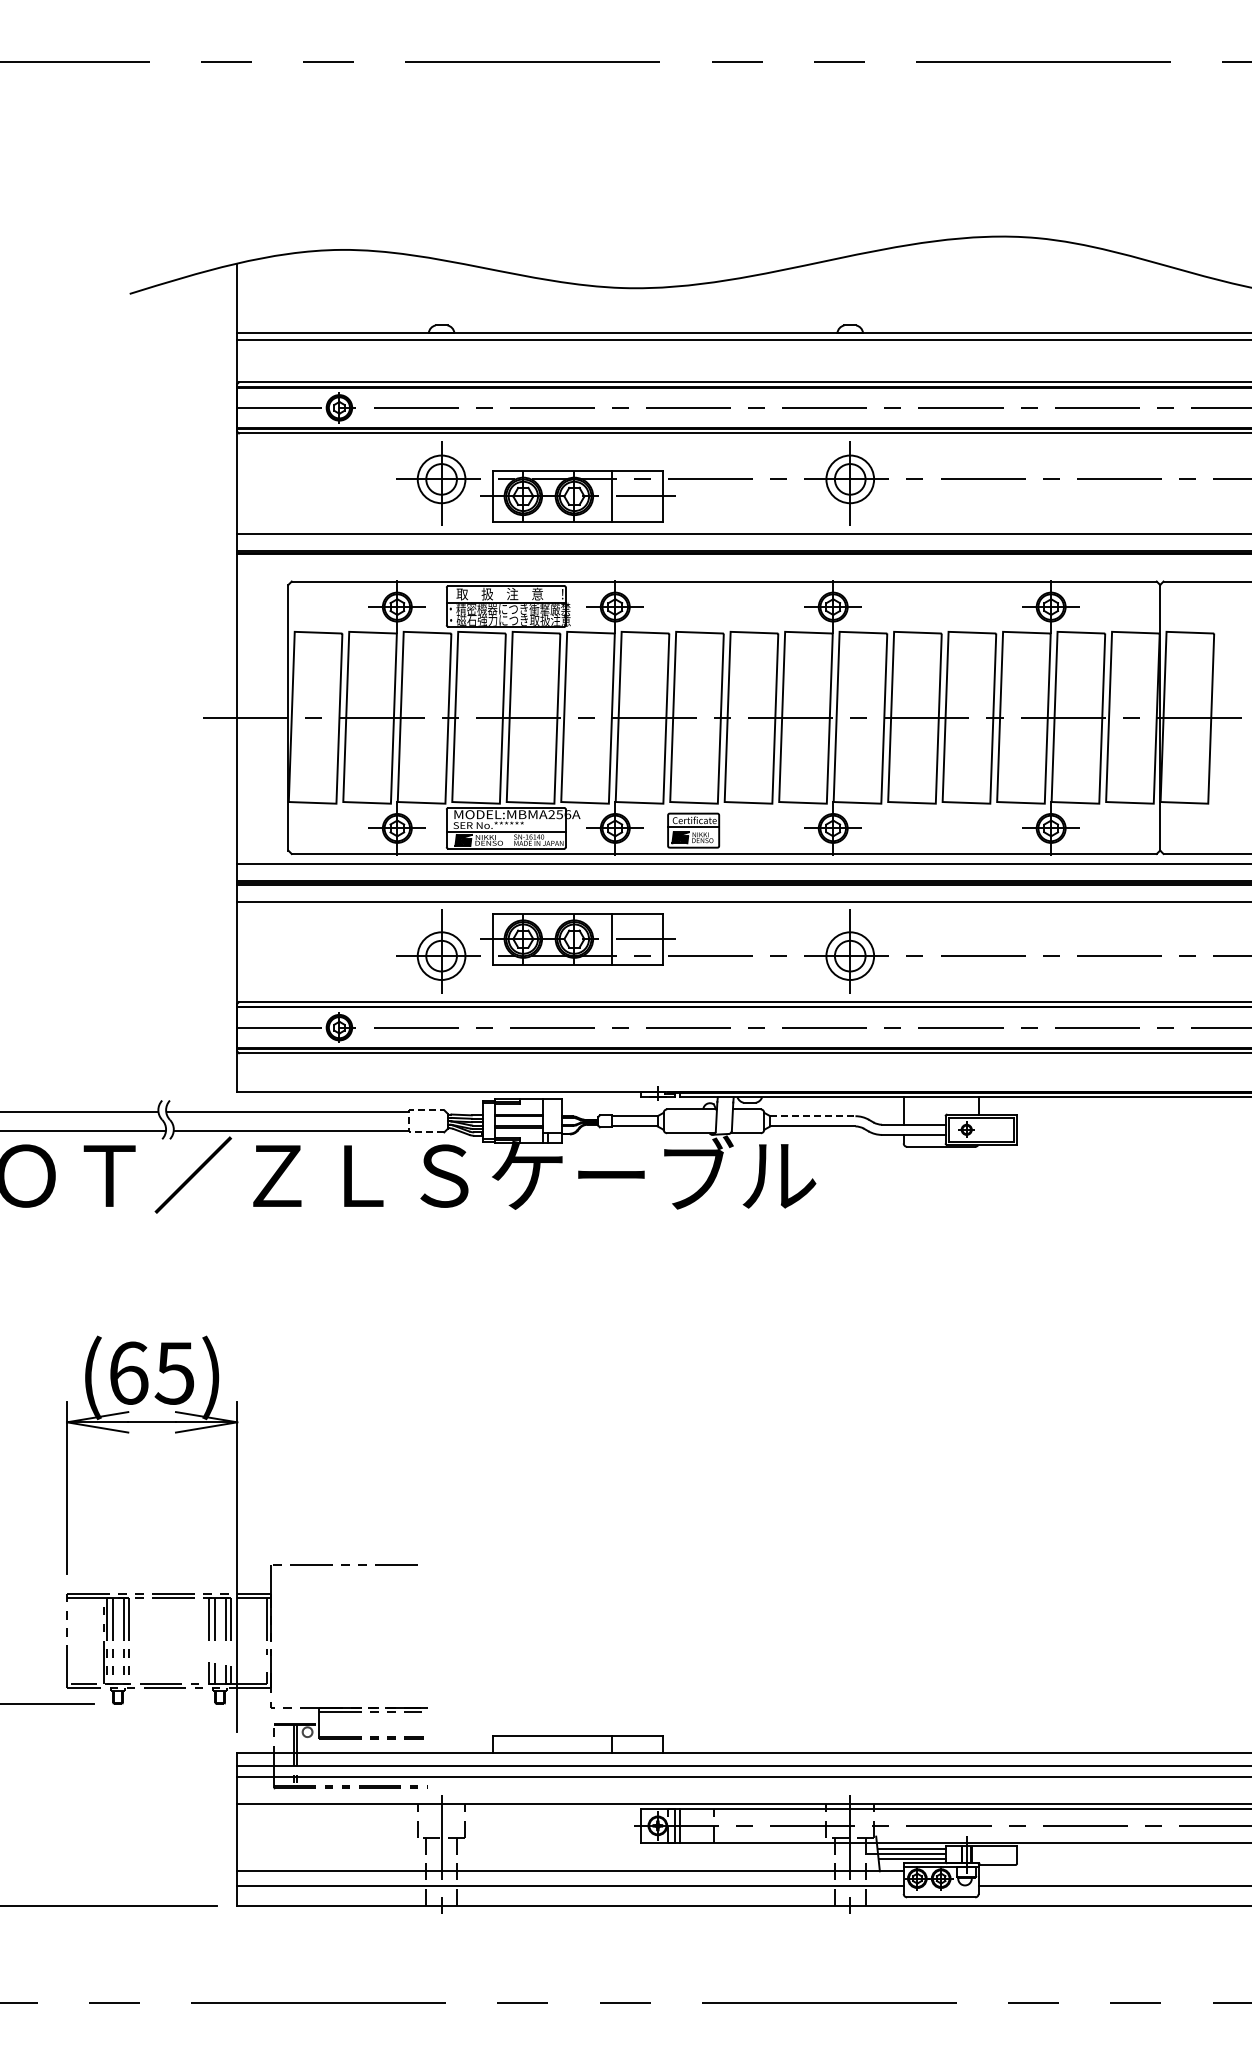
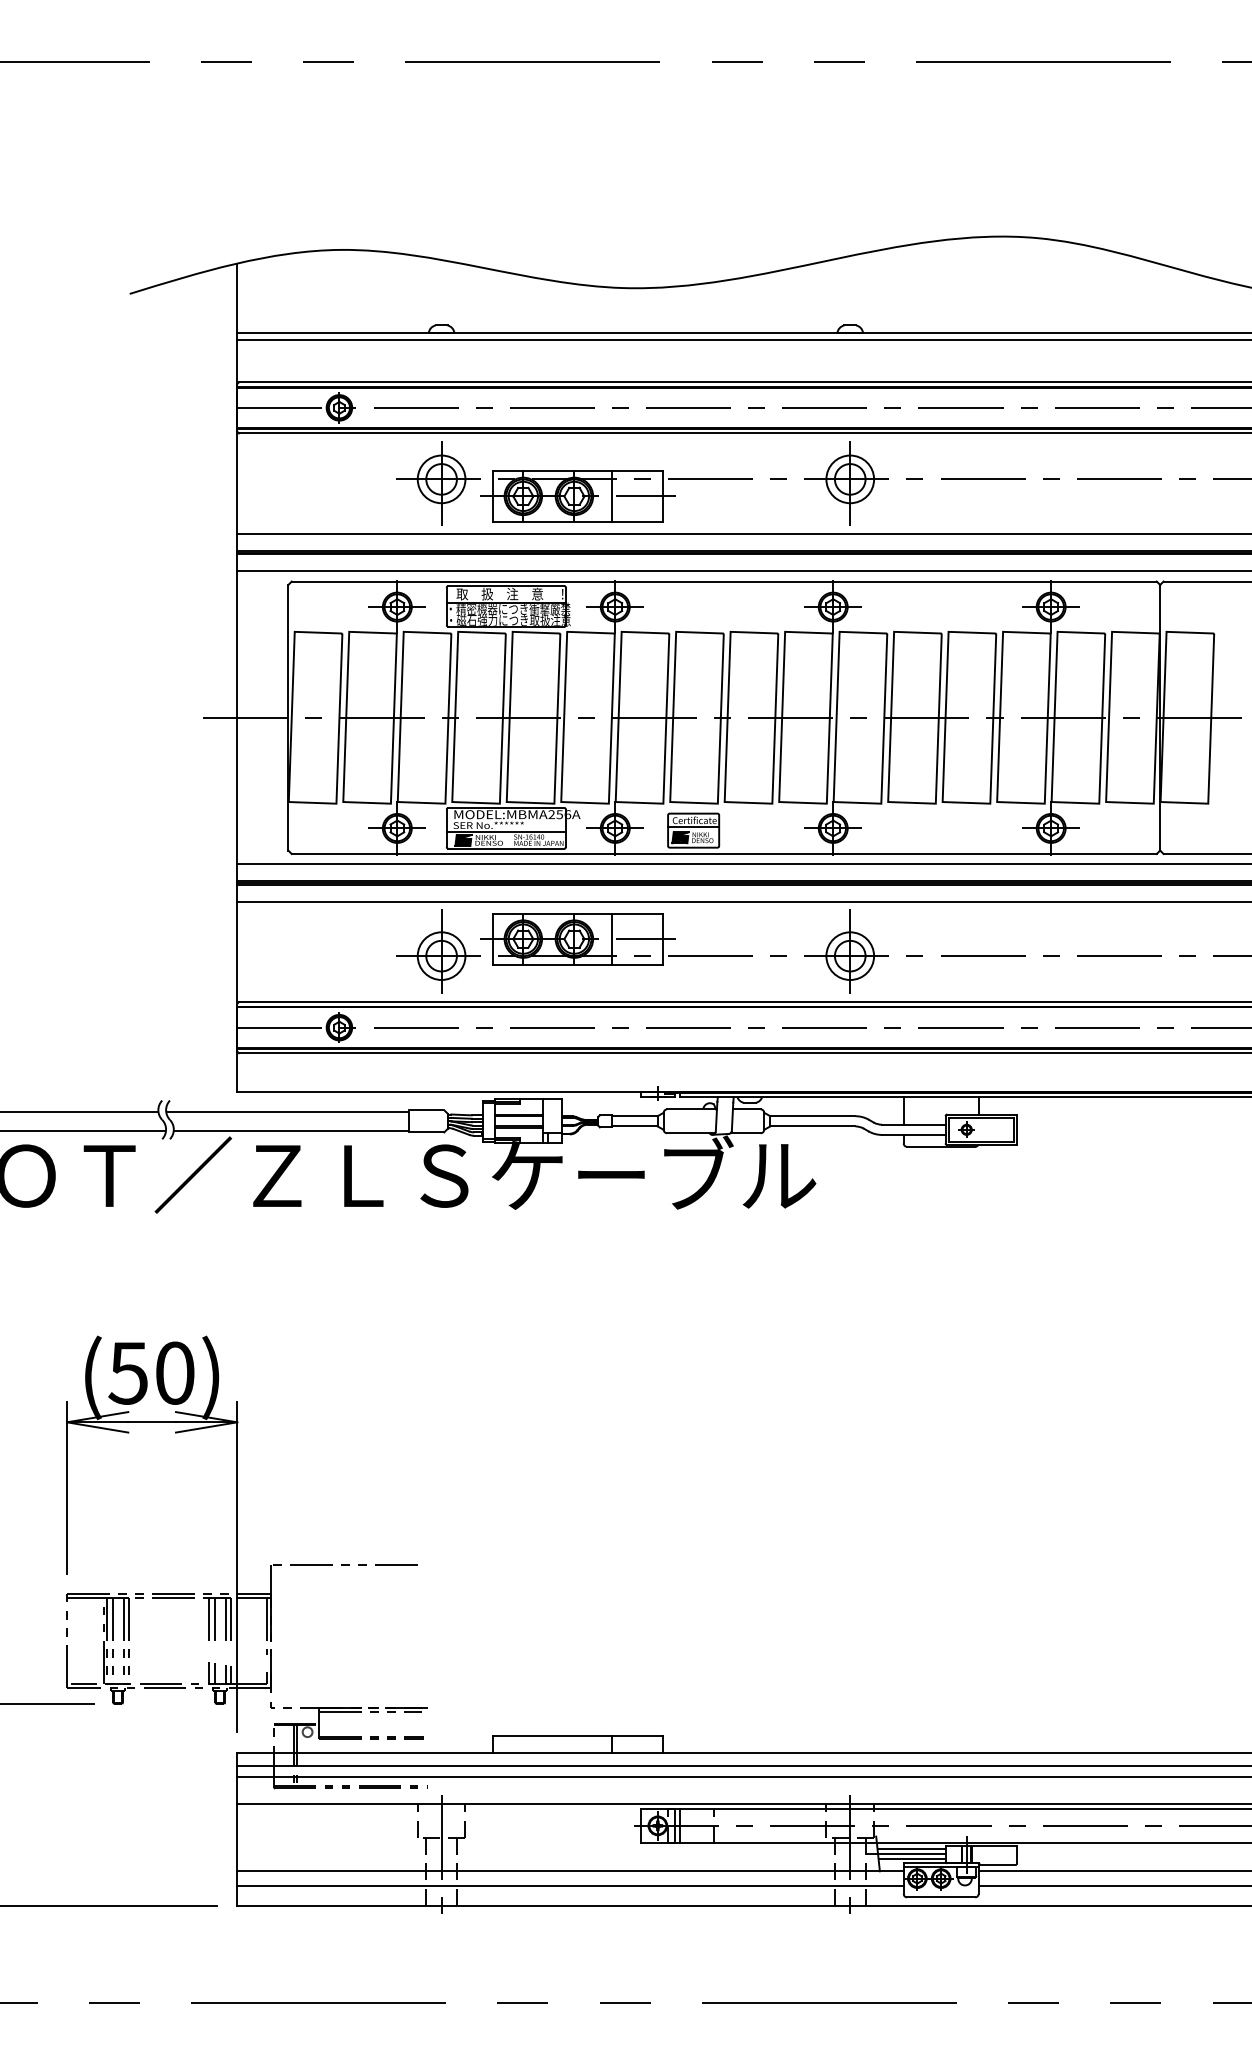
line at (742, 571): none -> present
line at (812, 1116): dashed -> solid
line at (409, 1120): dashed -> solid
text at (151, 1372): (65) -> (50)
line at (1113, 1870): none -> present
